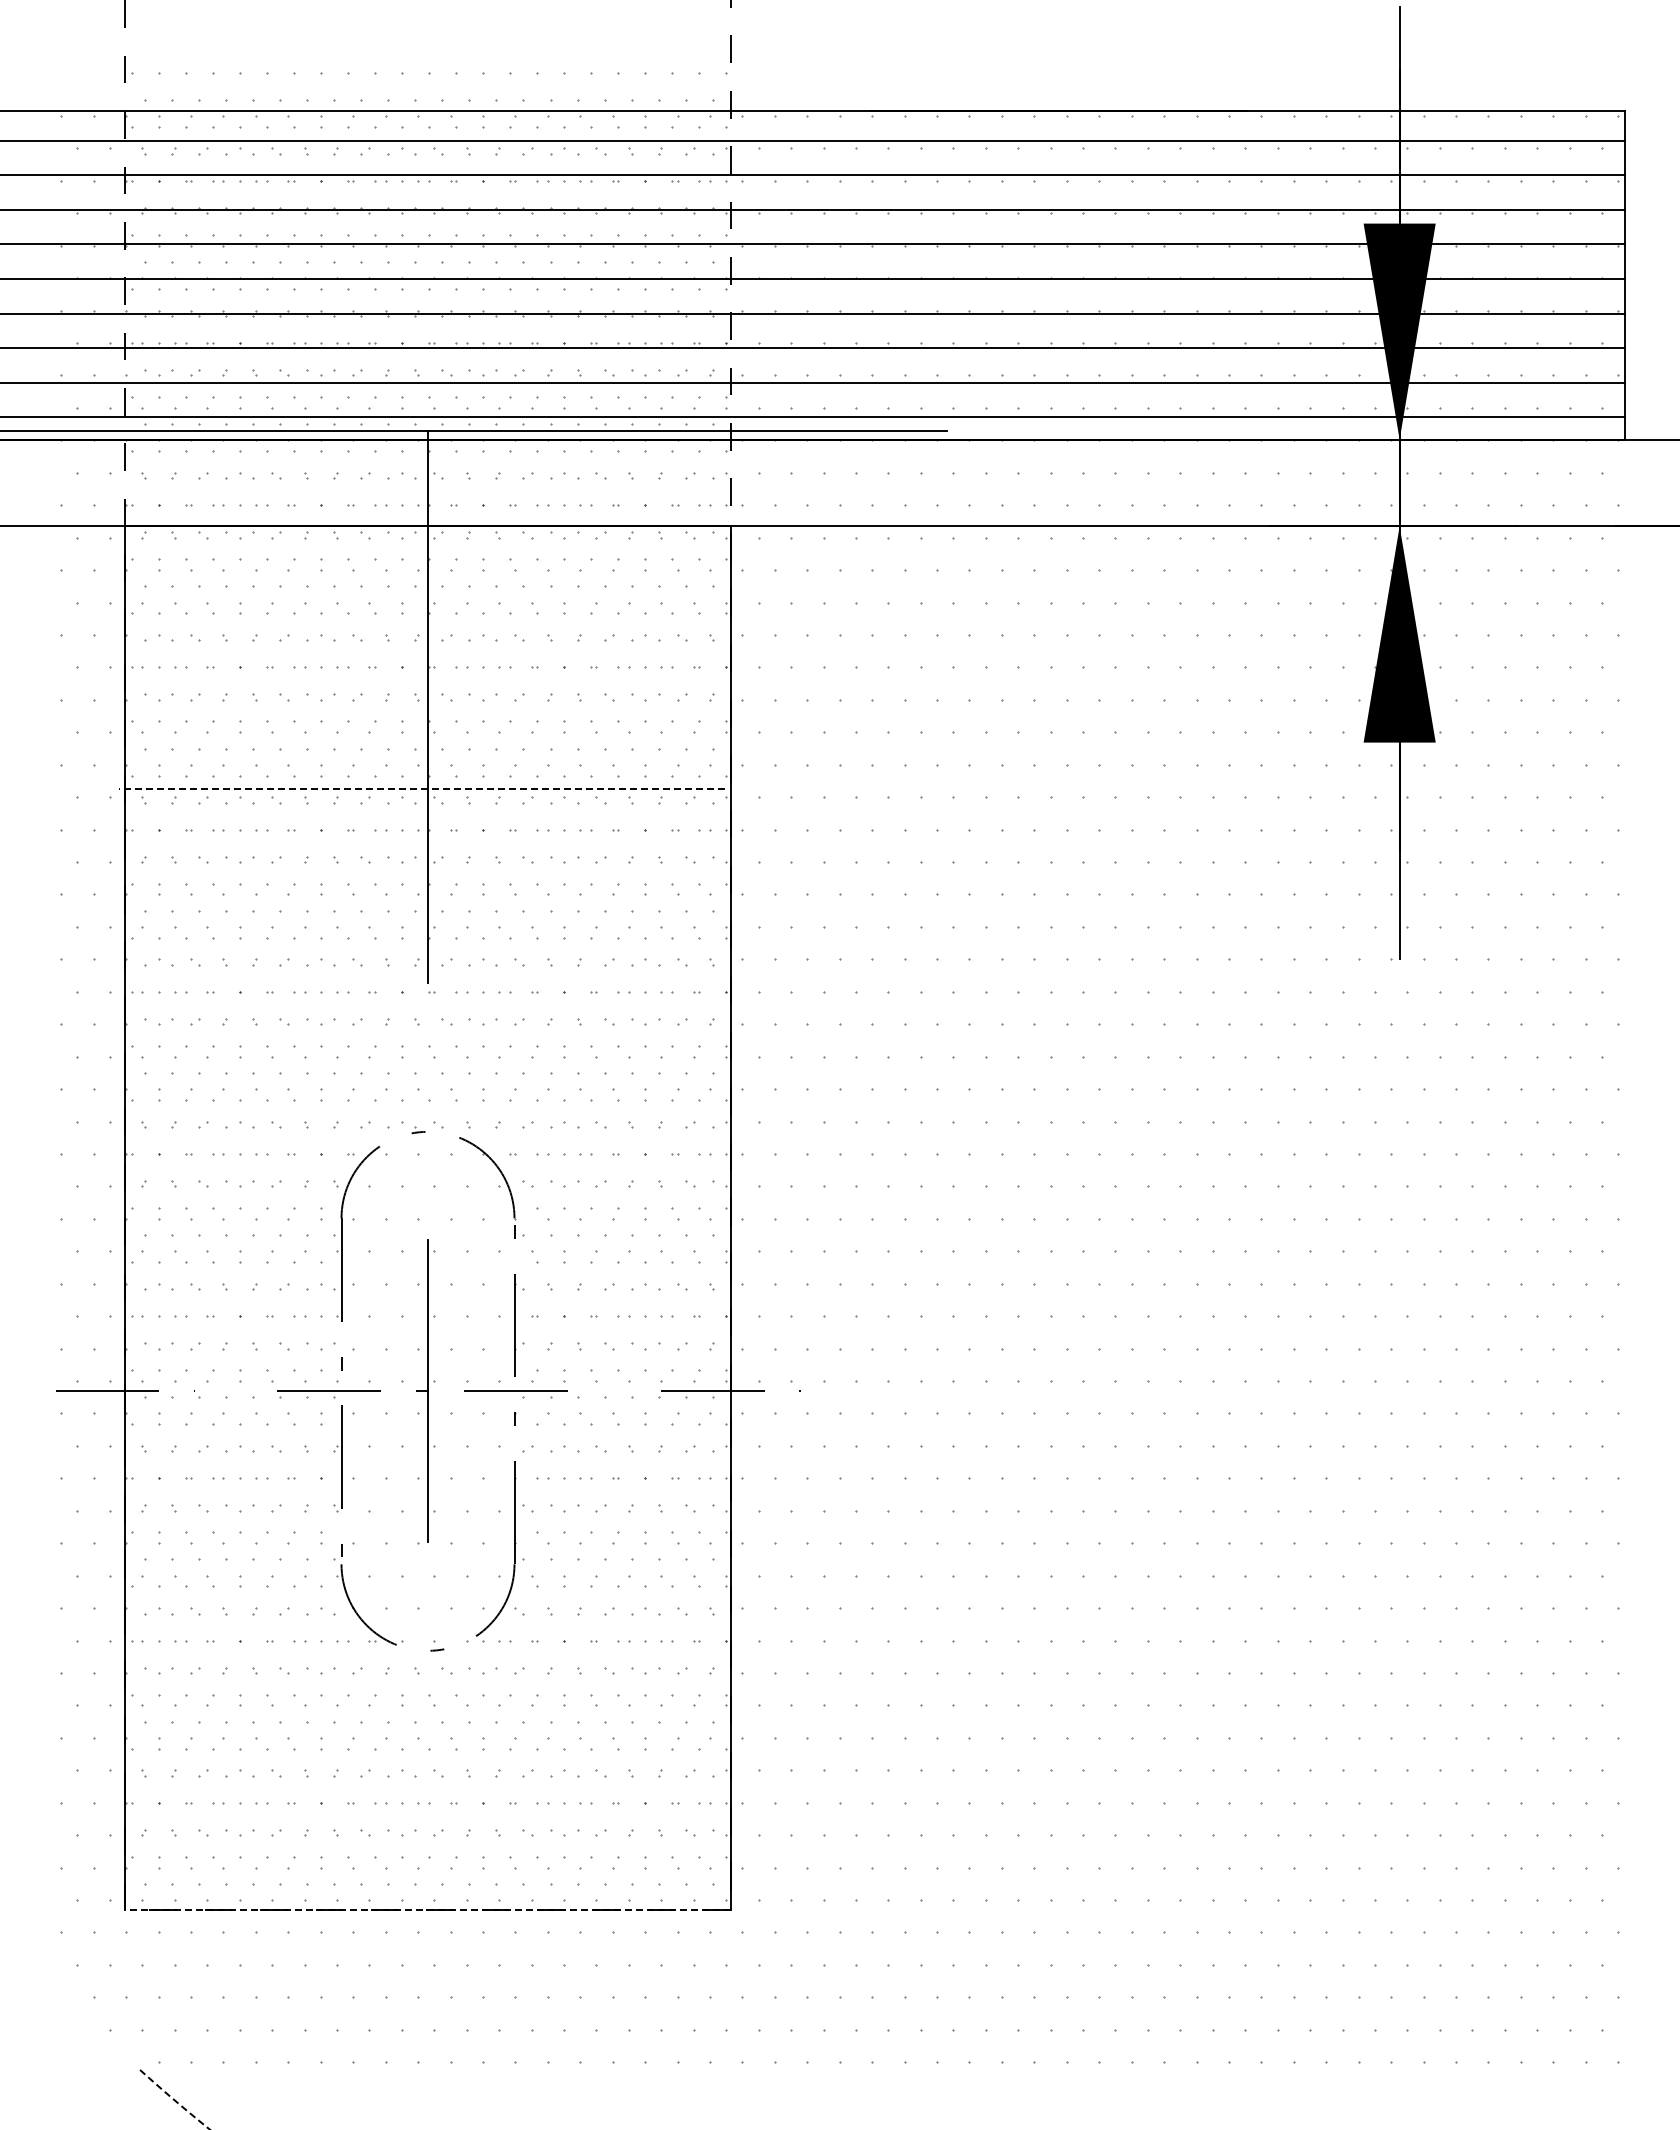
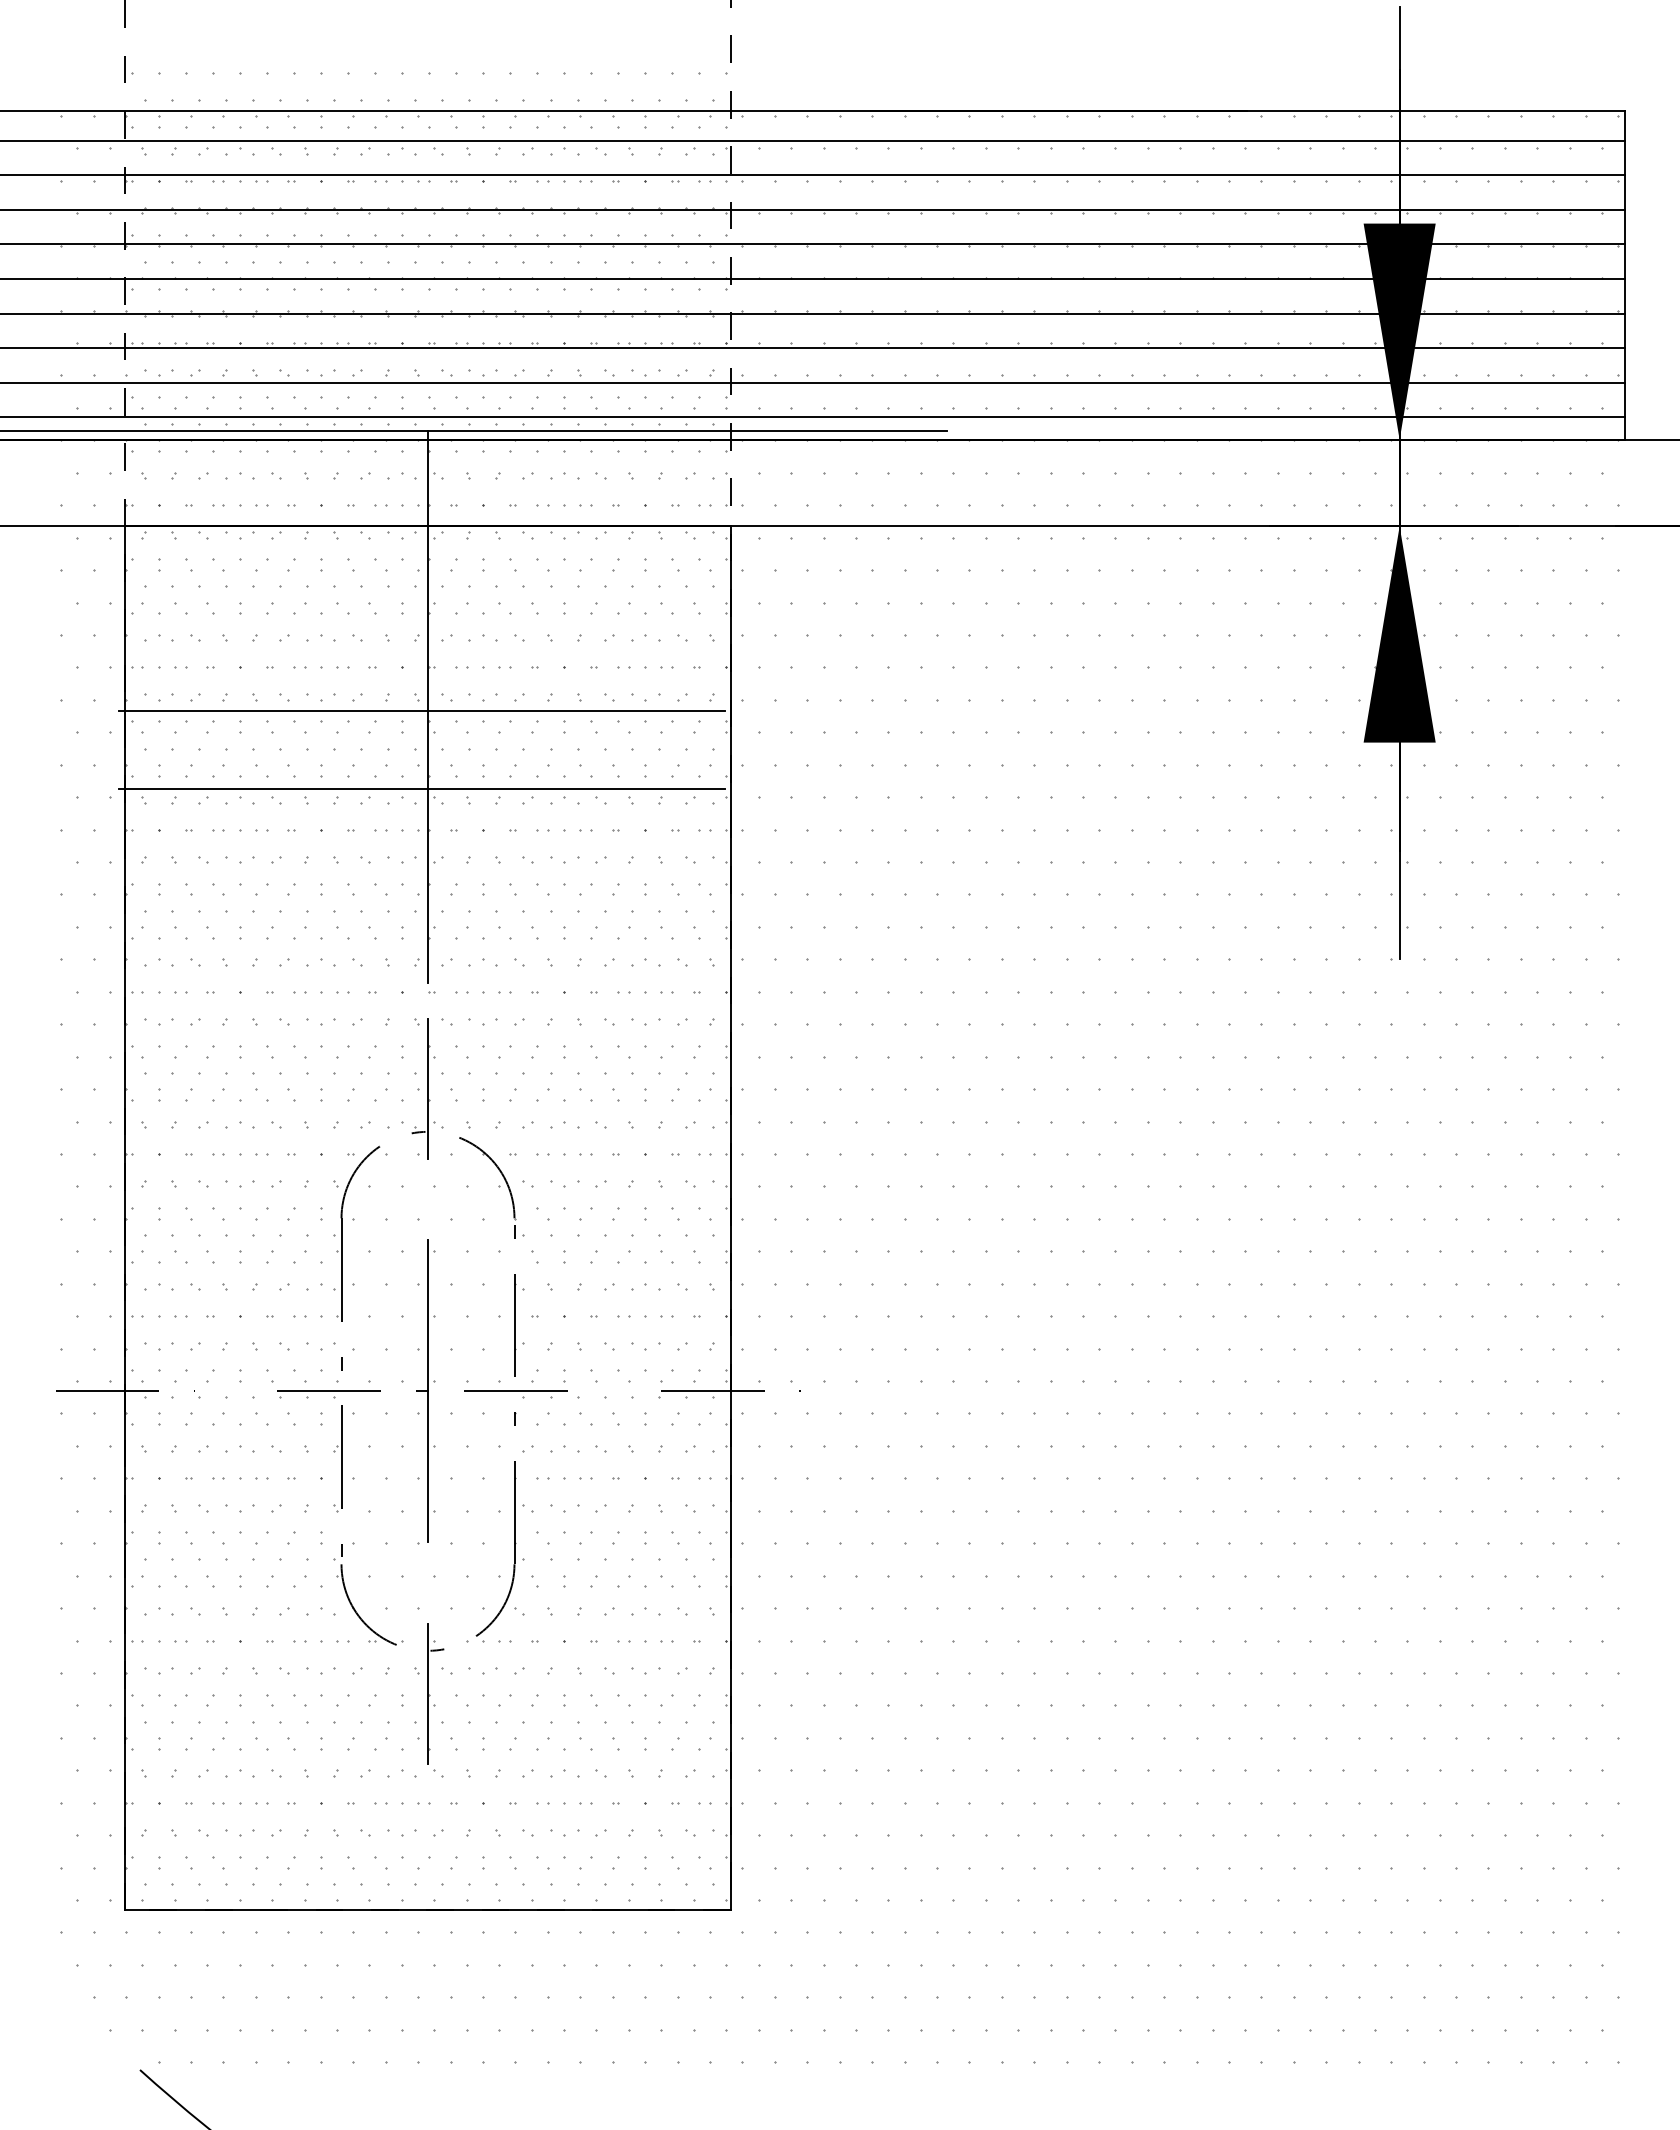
line at (421, 711): none -> present
line at (422, 789): dashed -> solid
line at (428, 1088): none -> present
line at (428, 1693): none -> present
line at (428, 1910): dashed -> solid
arc at (175, 2100): dashed -> solid
